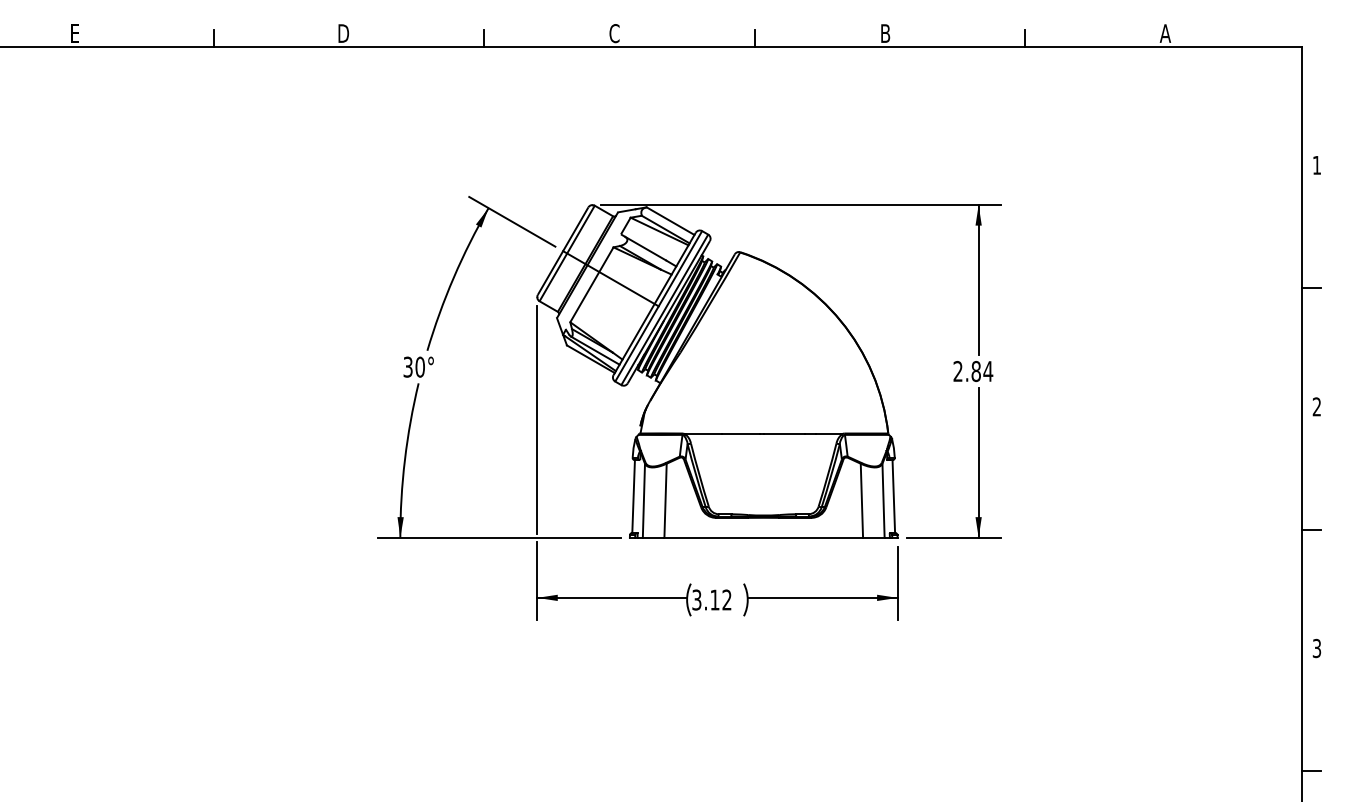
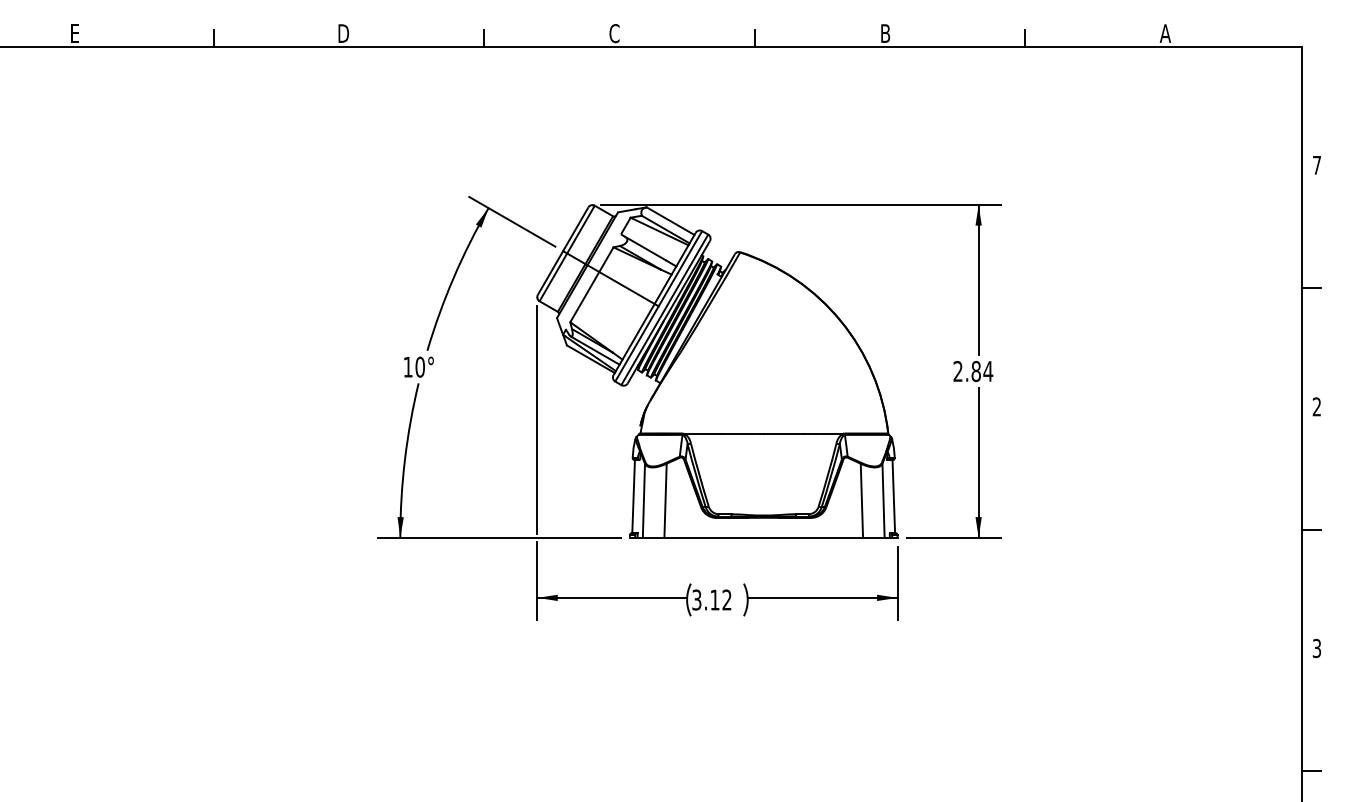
text at (1316, 165): 1 -> 7
text at (407, 366): 30° -> 10°
